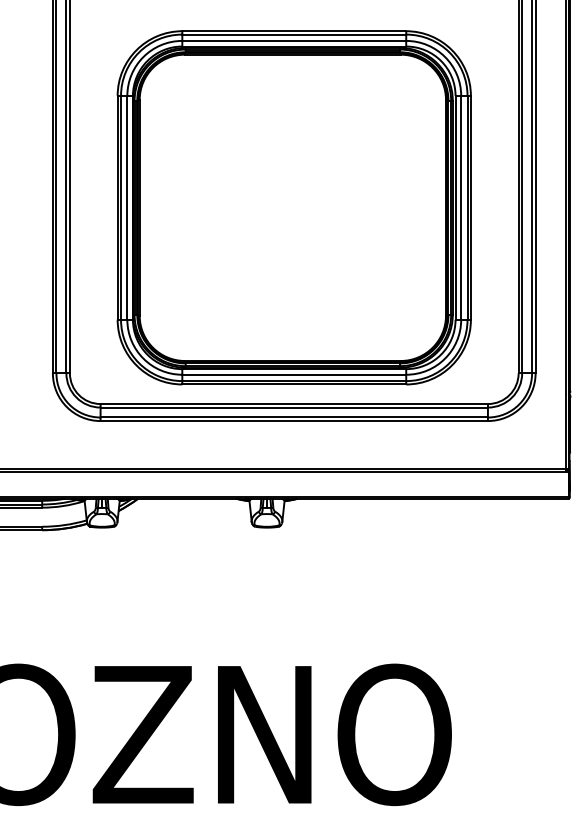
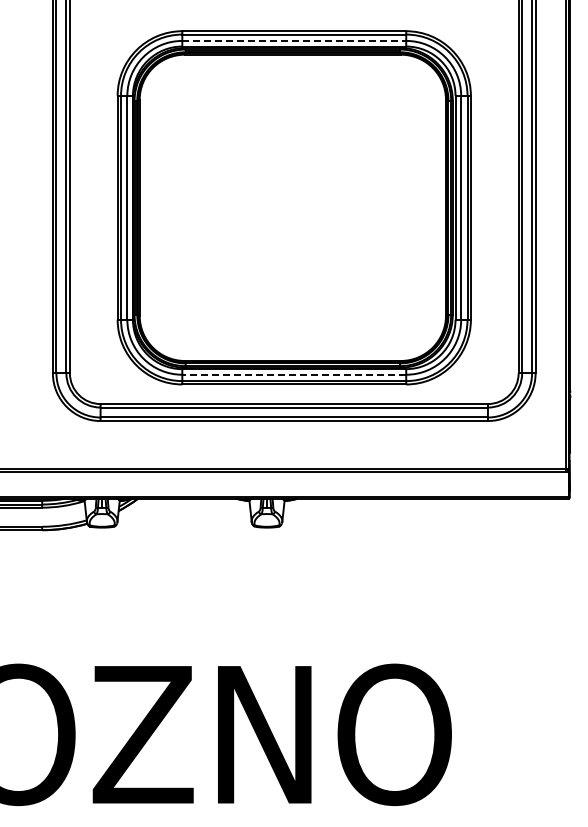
line at (294, 40): solid -> dashed
line at (294, 374): solid -> dashed
